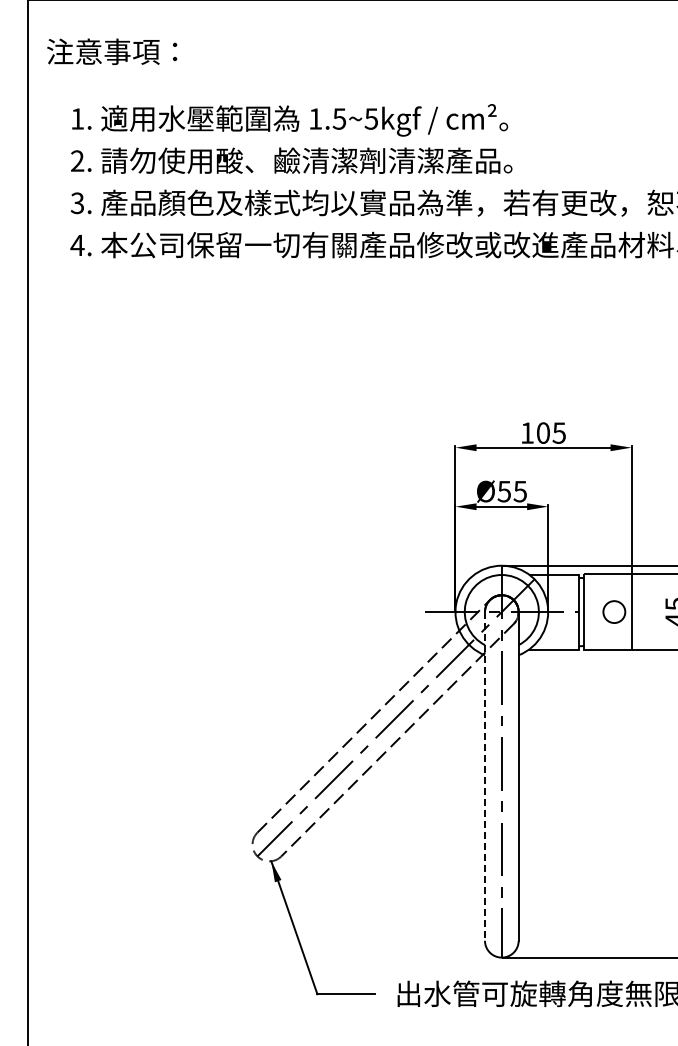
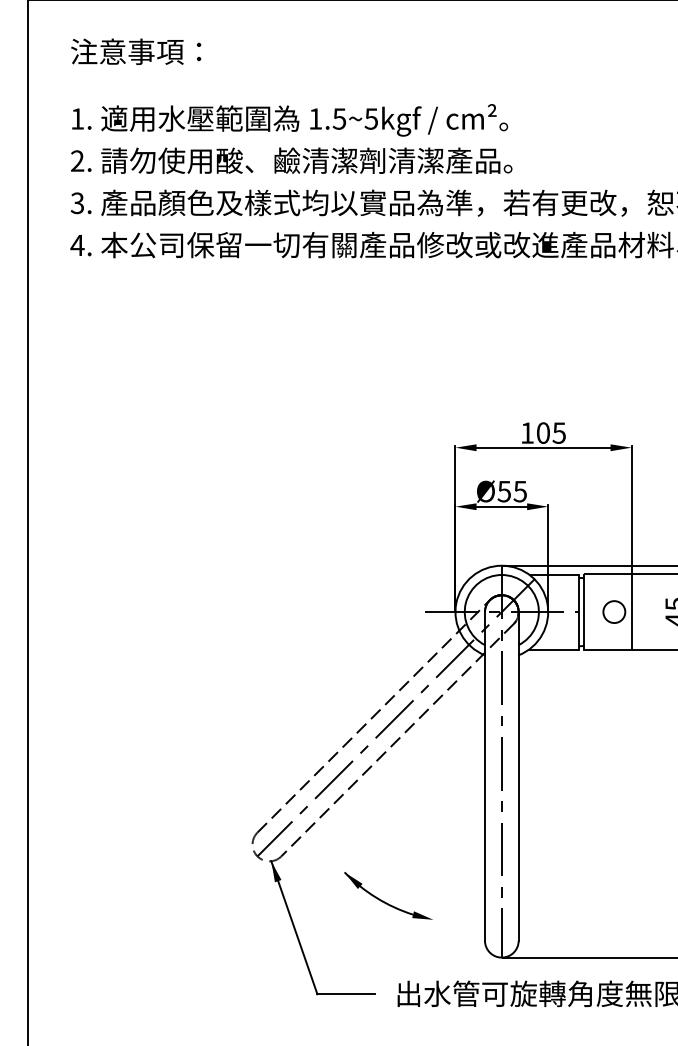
text at (112, 51) position: (112, 51) -> (136, 51)
line at (484, 776): dashed -> solid
part at (385, 901): none -> present
